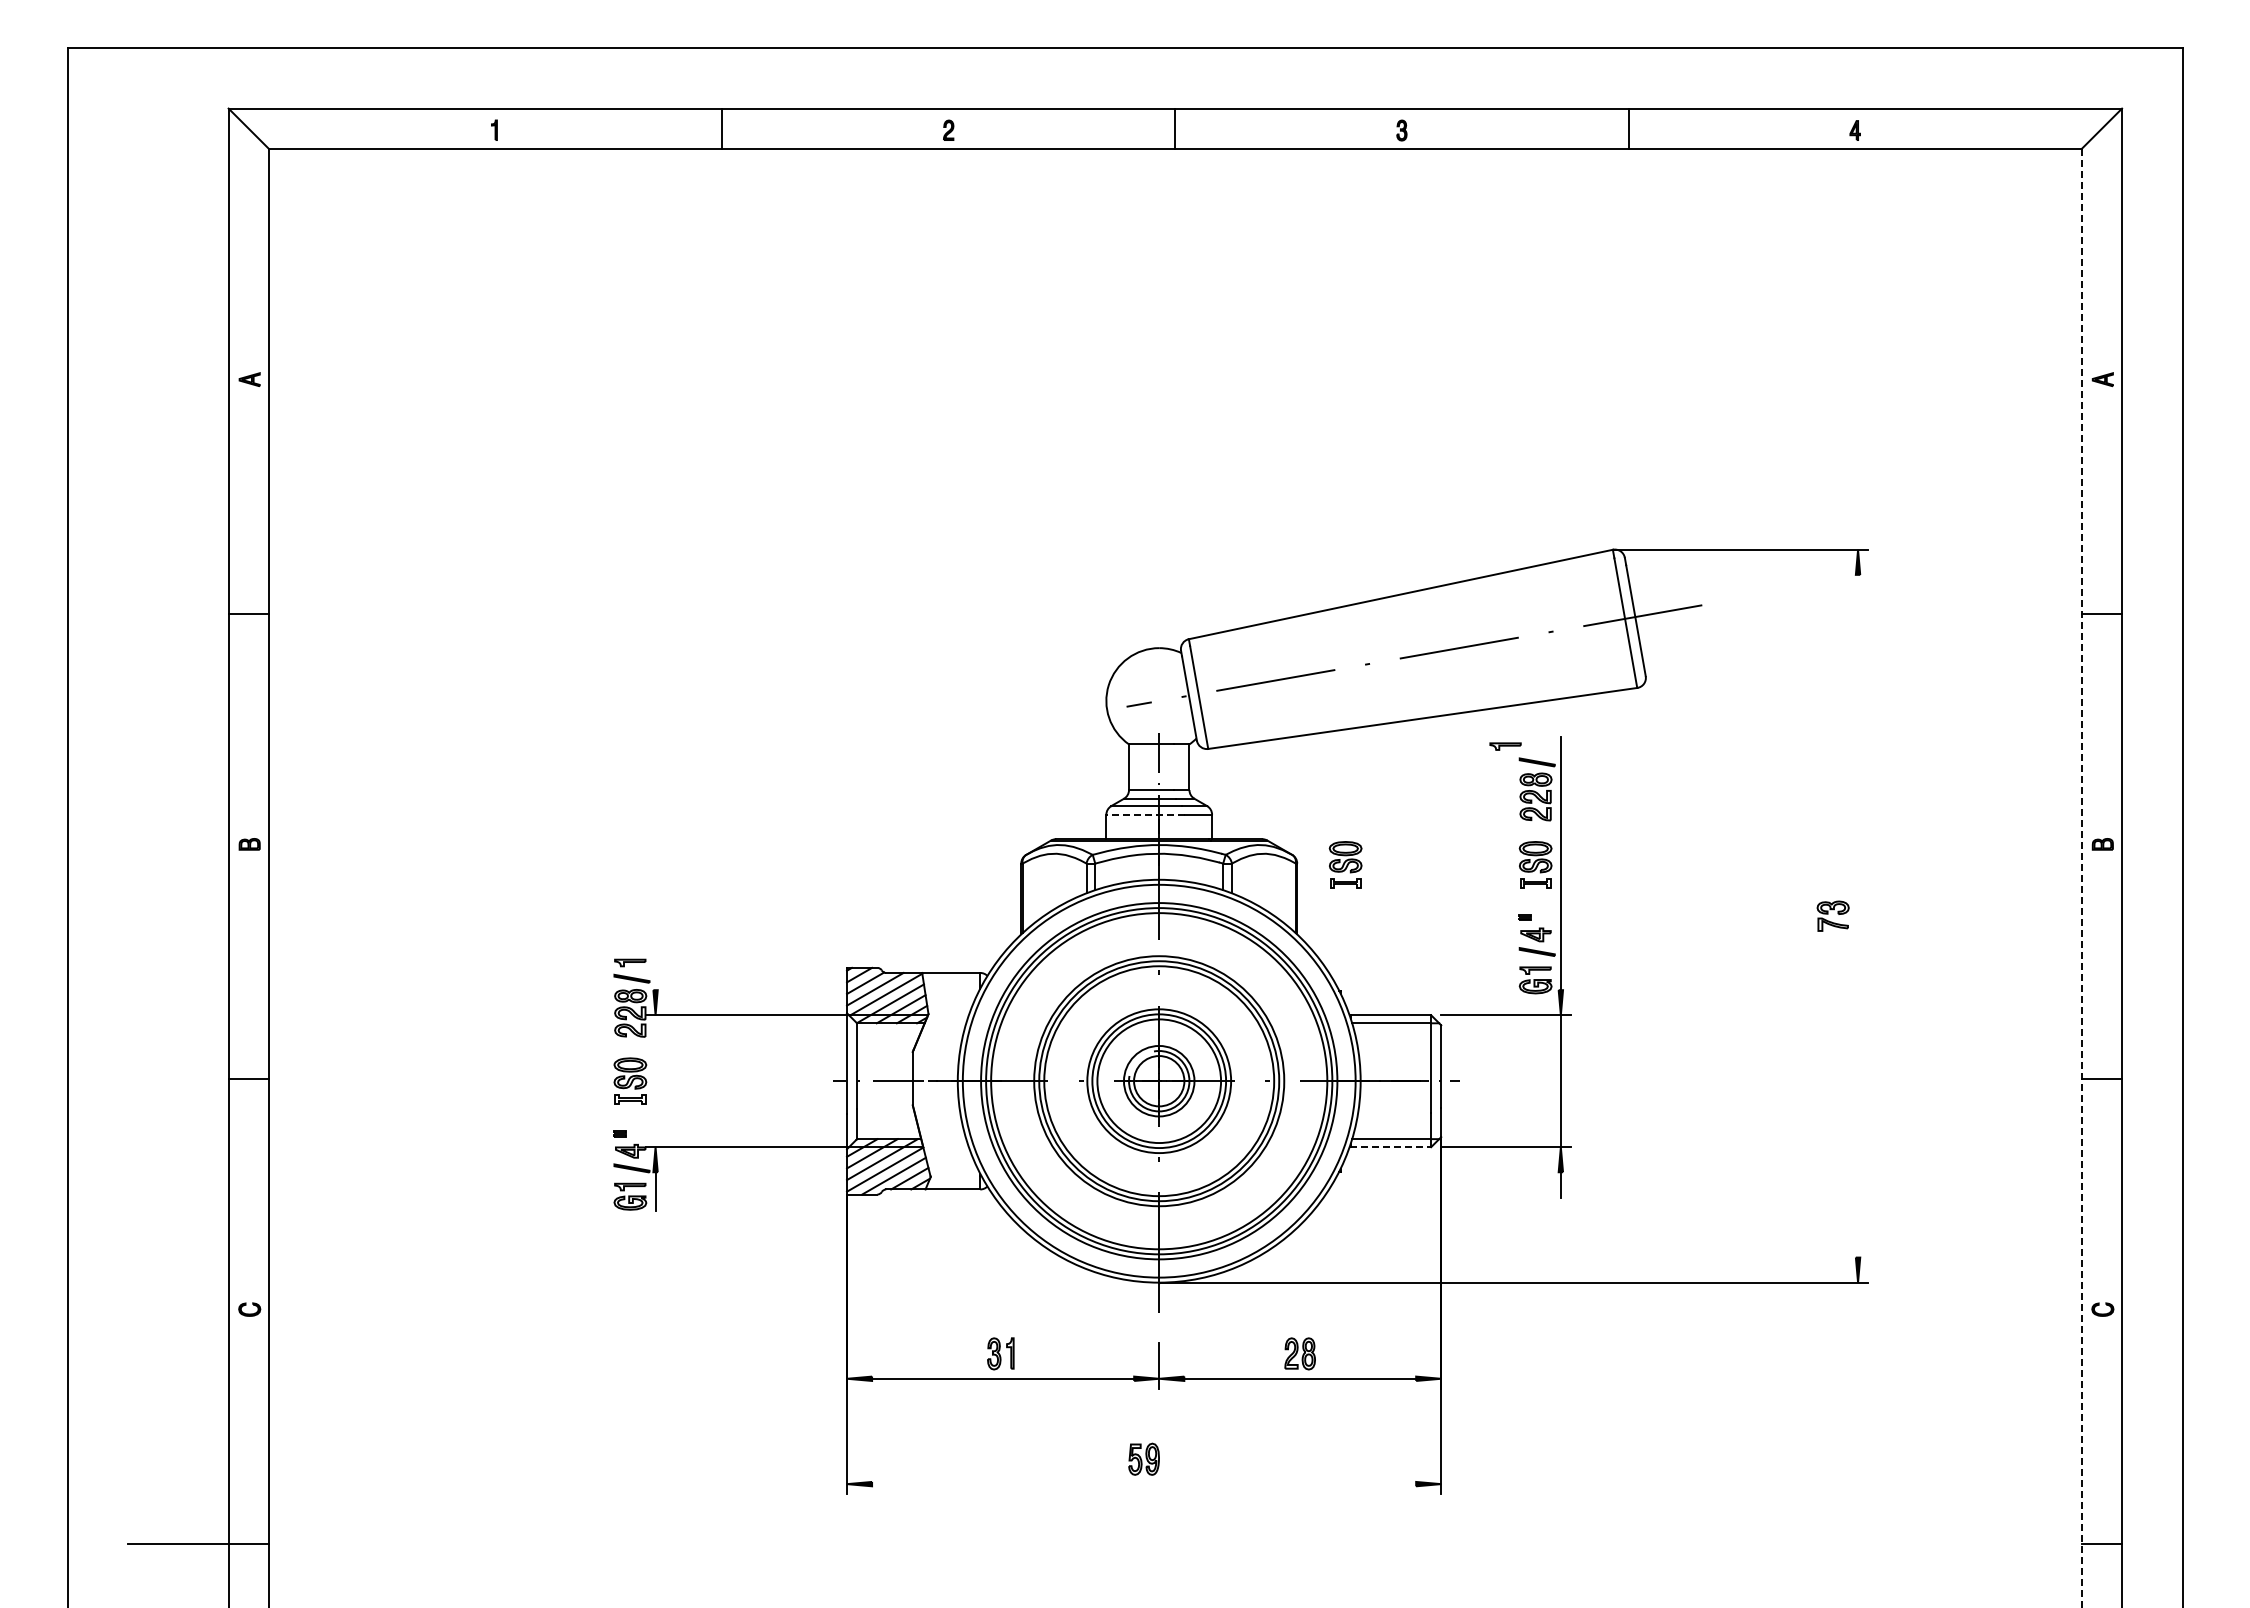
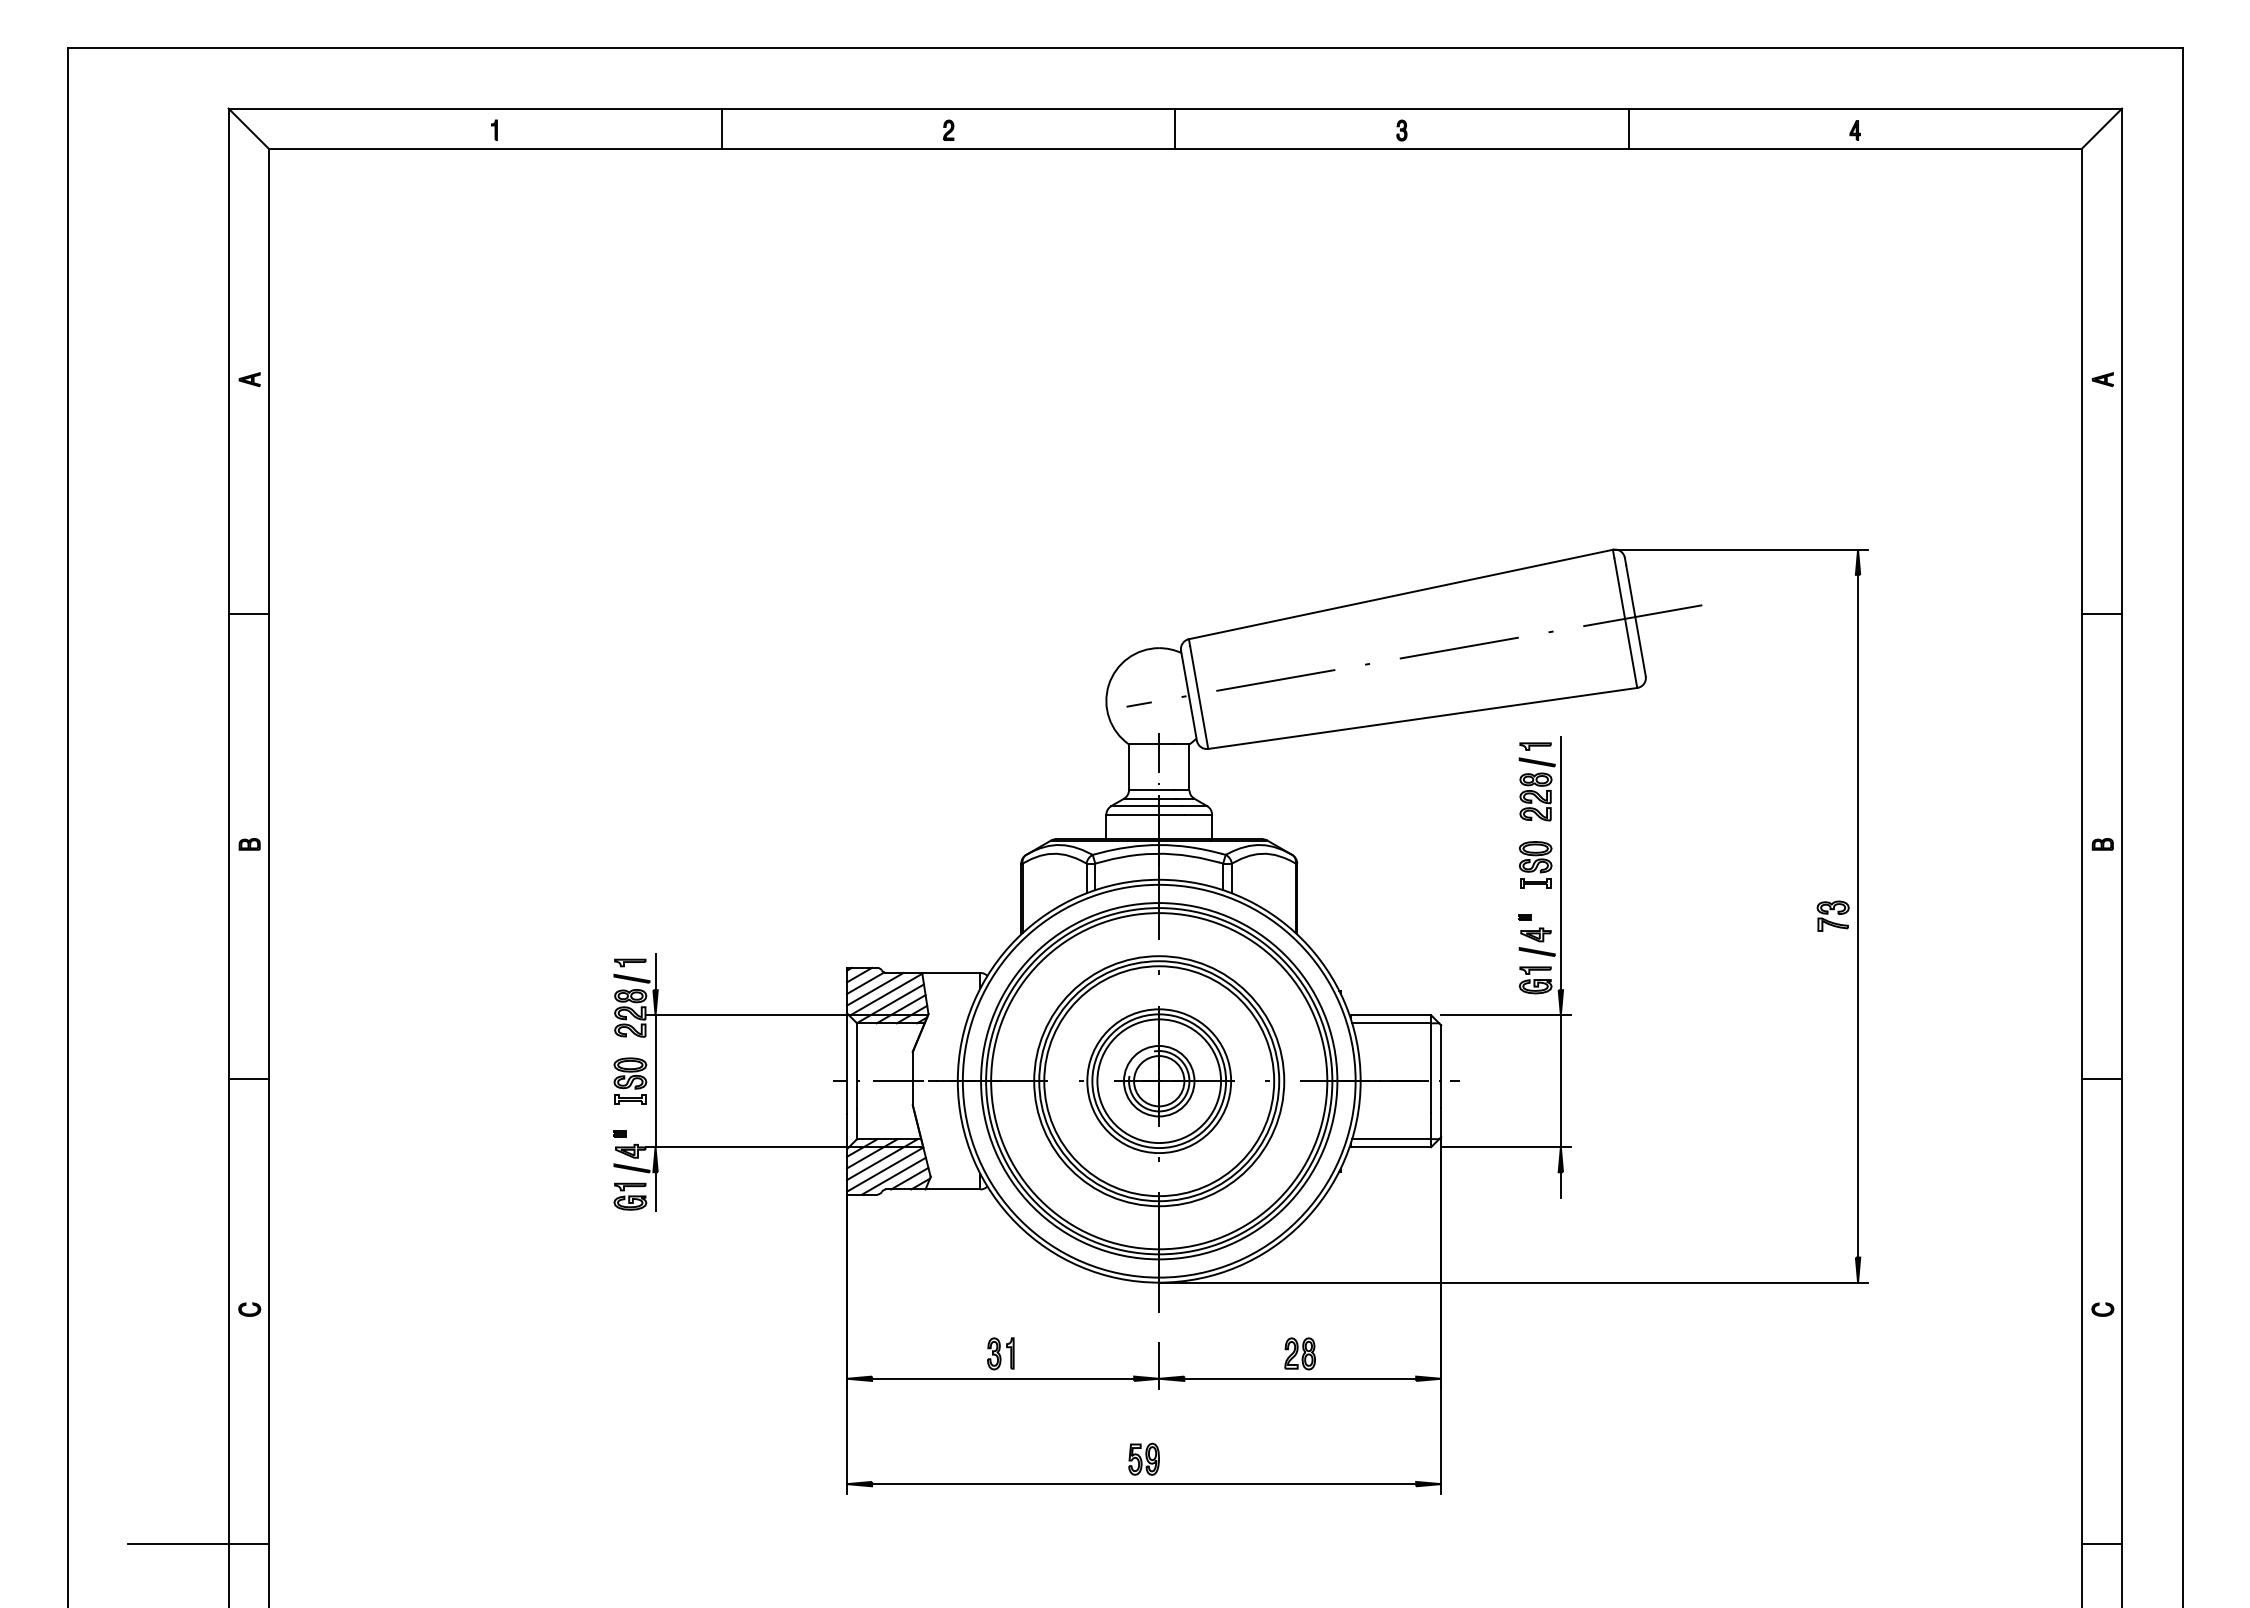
part at (1505, 746) position: (1505, 746) -> (1535, 746)
line at (1144, 814): dashed -> solid
part at (1345, 864): present -> none
line at (2081, 877): dashed -> solid
line at (1858, 915): none -> present
line at (655, 971): none -> present
line at (655, 1081): none -> present
line at (1390, 1147): dashed -> solid
line at (1144, 1484): none -> present
